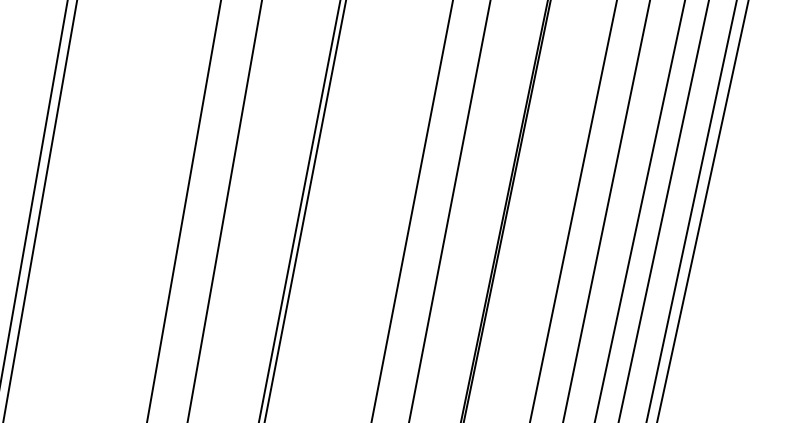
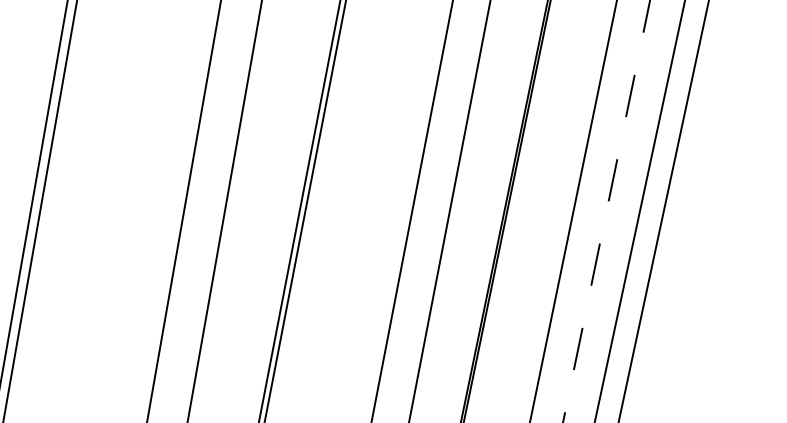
line at (691, 210): present -> none
line at (702, 210): present -> none
line at (606, 212): solid -> dashed
